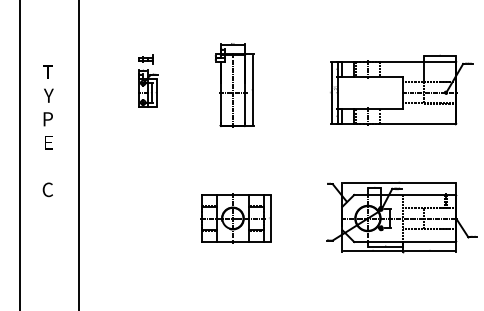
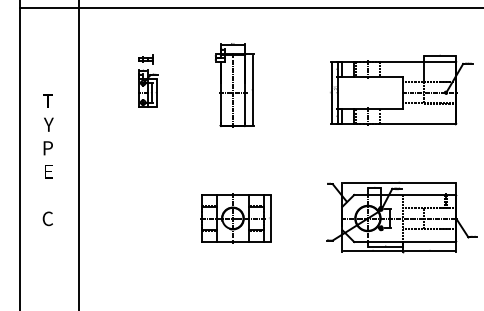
line at (249, 7): none -> present
text at (47, 131) position: (47, 131) -> (47, 160)
